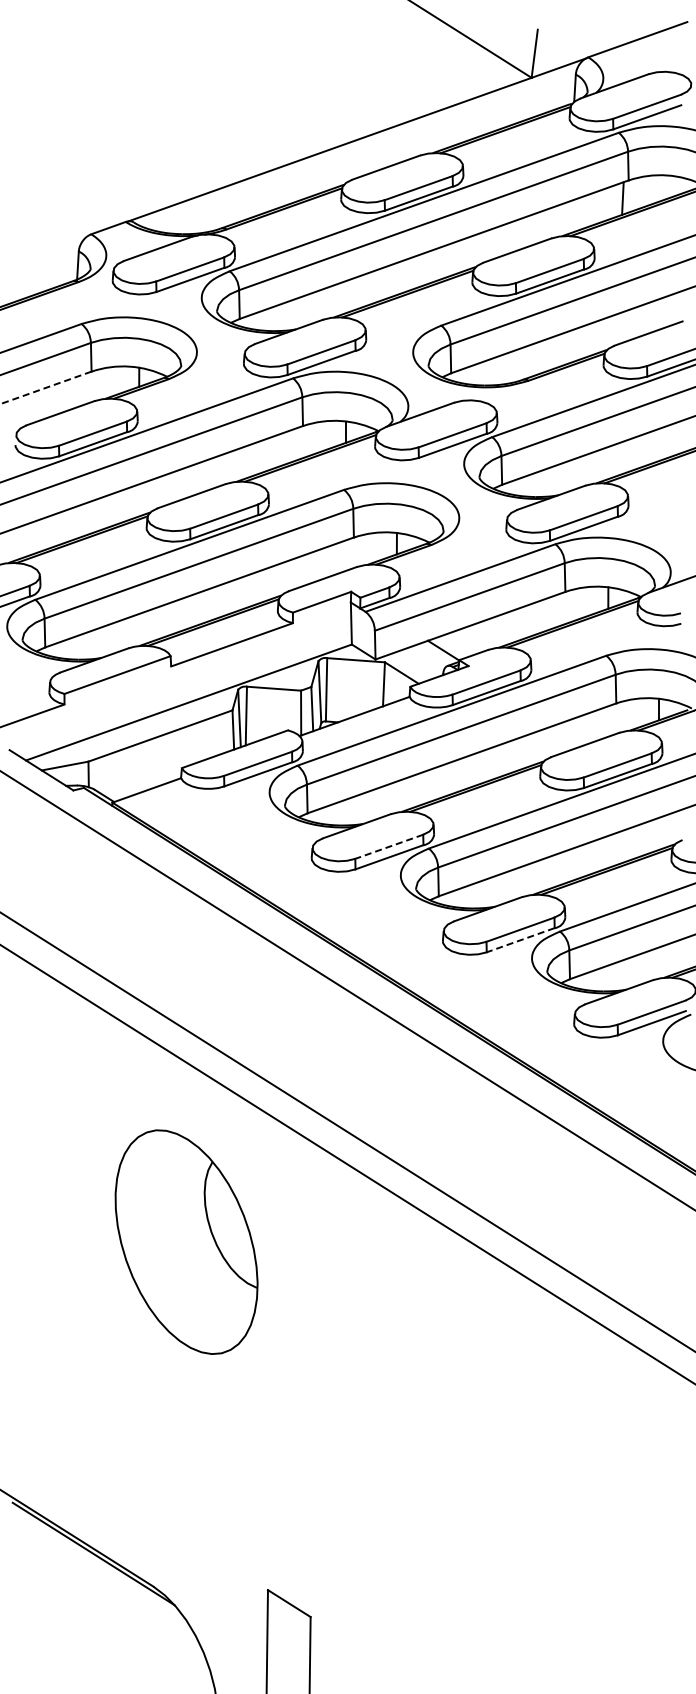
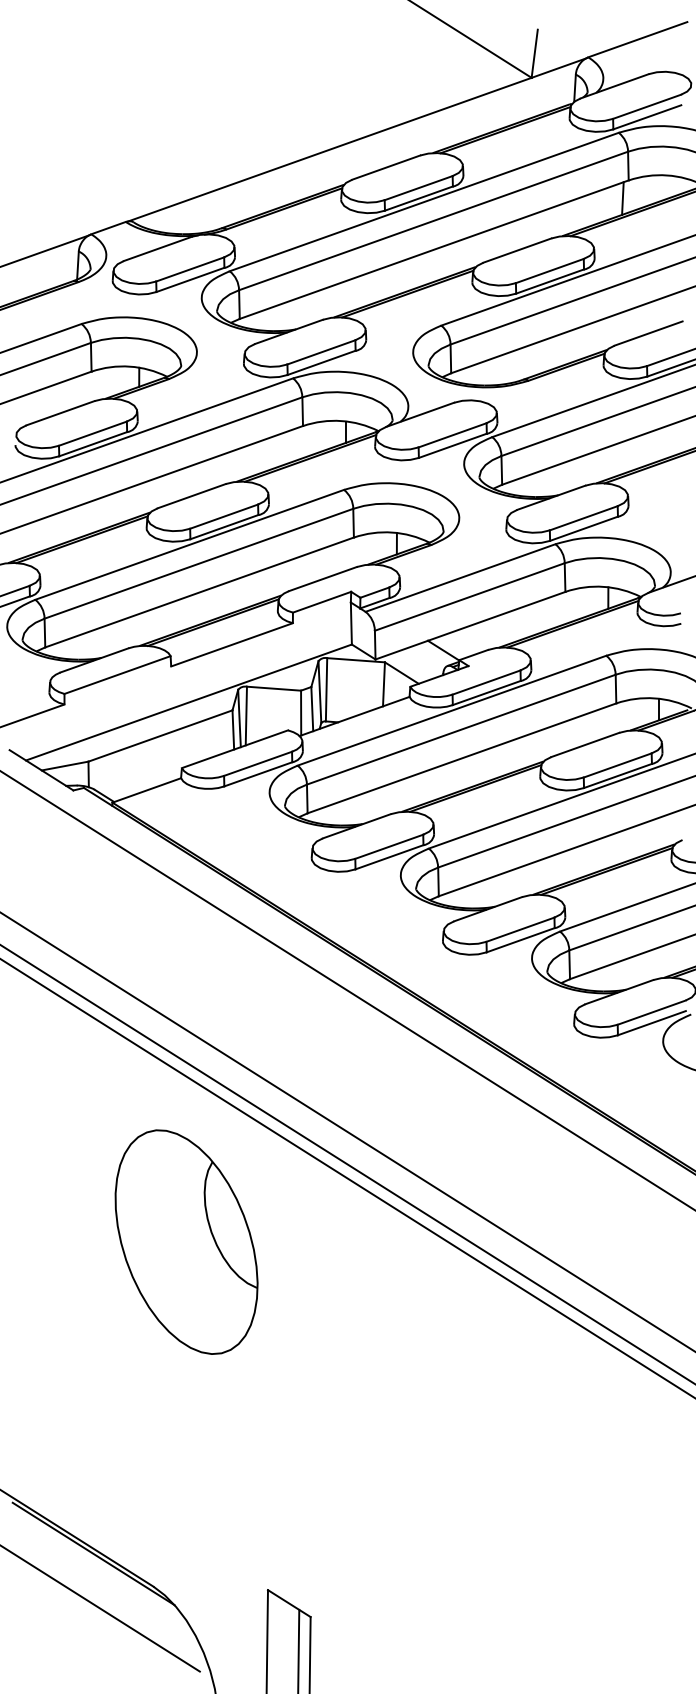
line at (45, 250): none -> present
line at (45, 388): dashed -> solid
line at (388, 846): dashed -> solid
line at (520, 940): dashed -> solid
line at (347, 1178): none -> present
line at (100, 1608): none -> present
line at (298, 1649): none -> present
